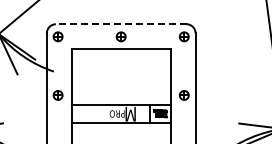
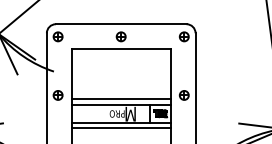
line at (120, 24): dashed -> solid
line at (120, 98): none -> present
line at (120, 128): none -> present
